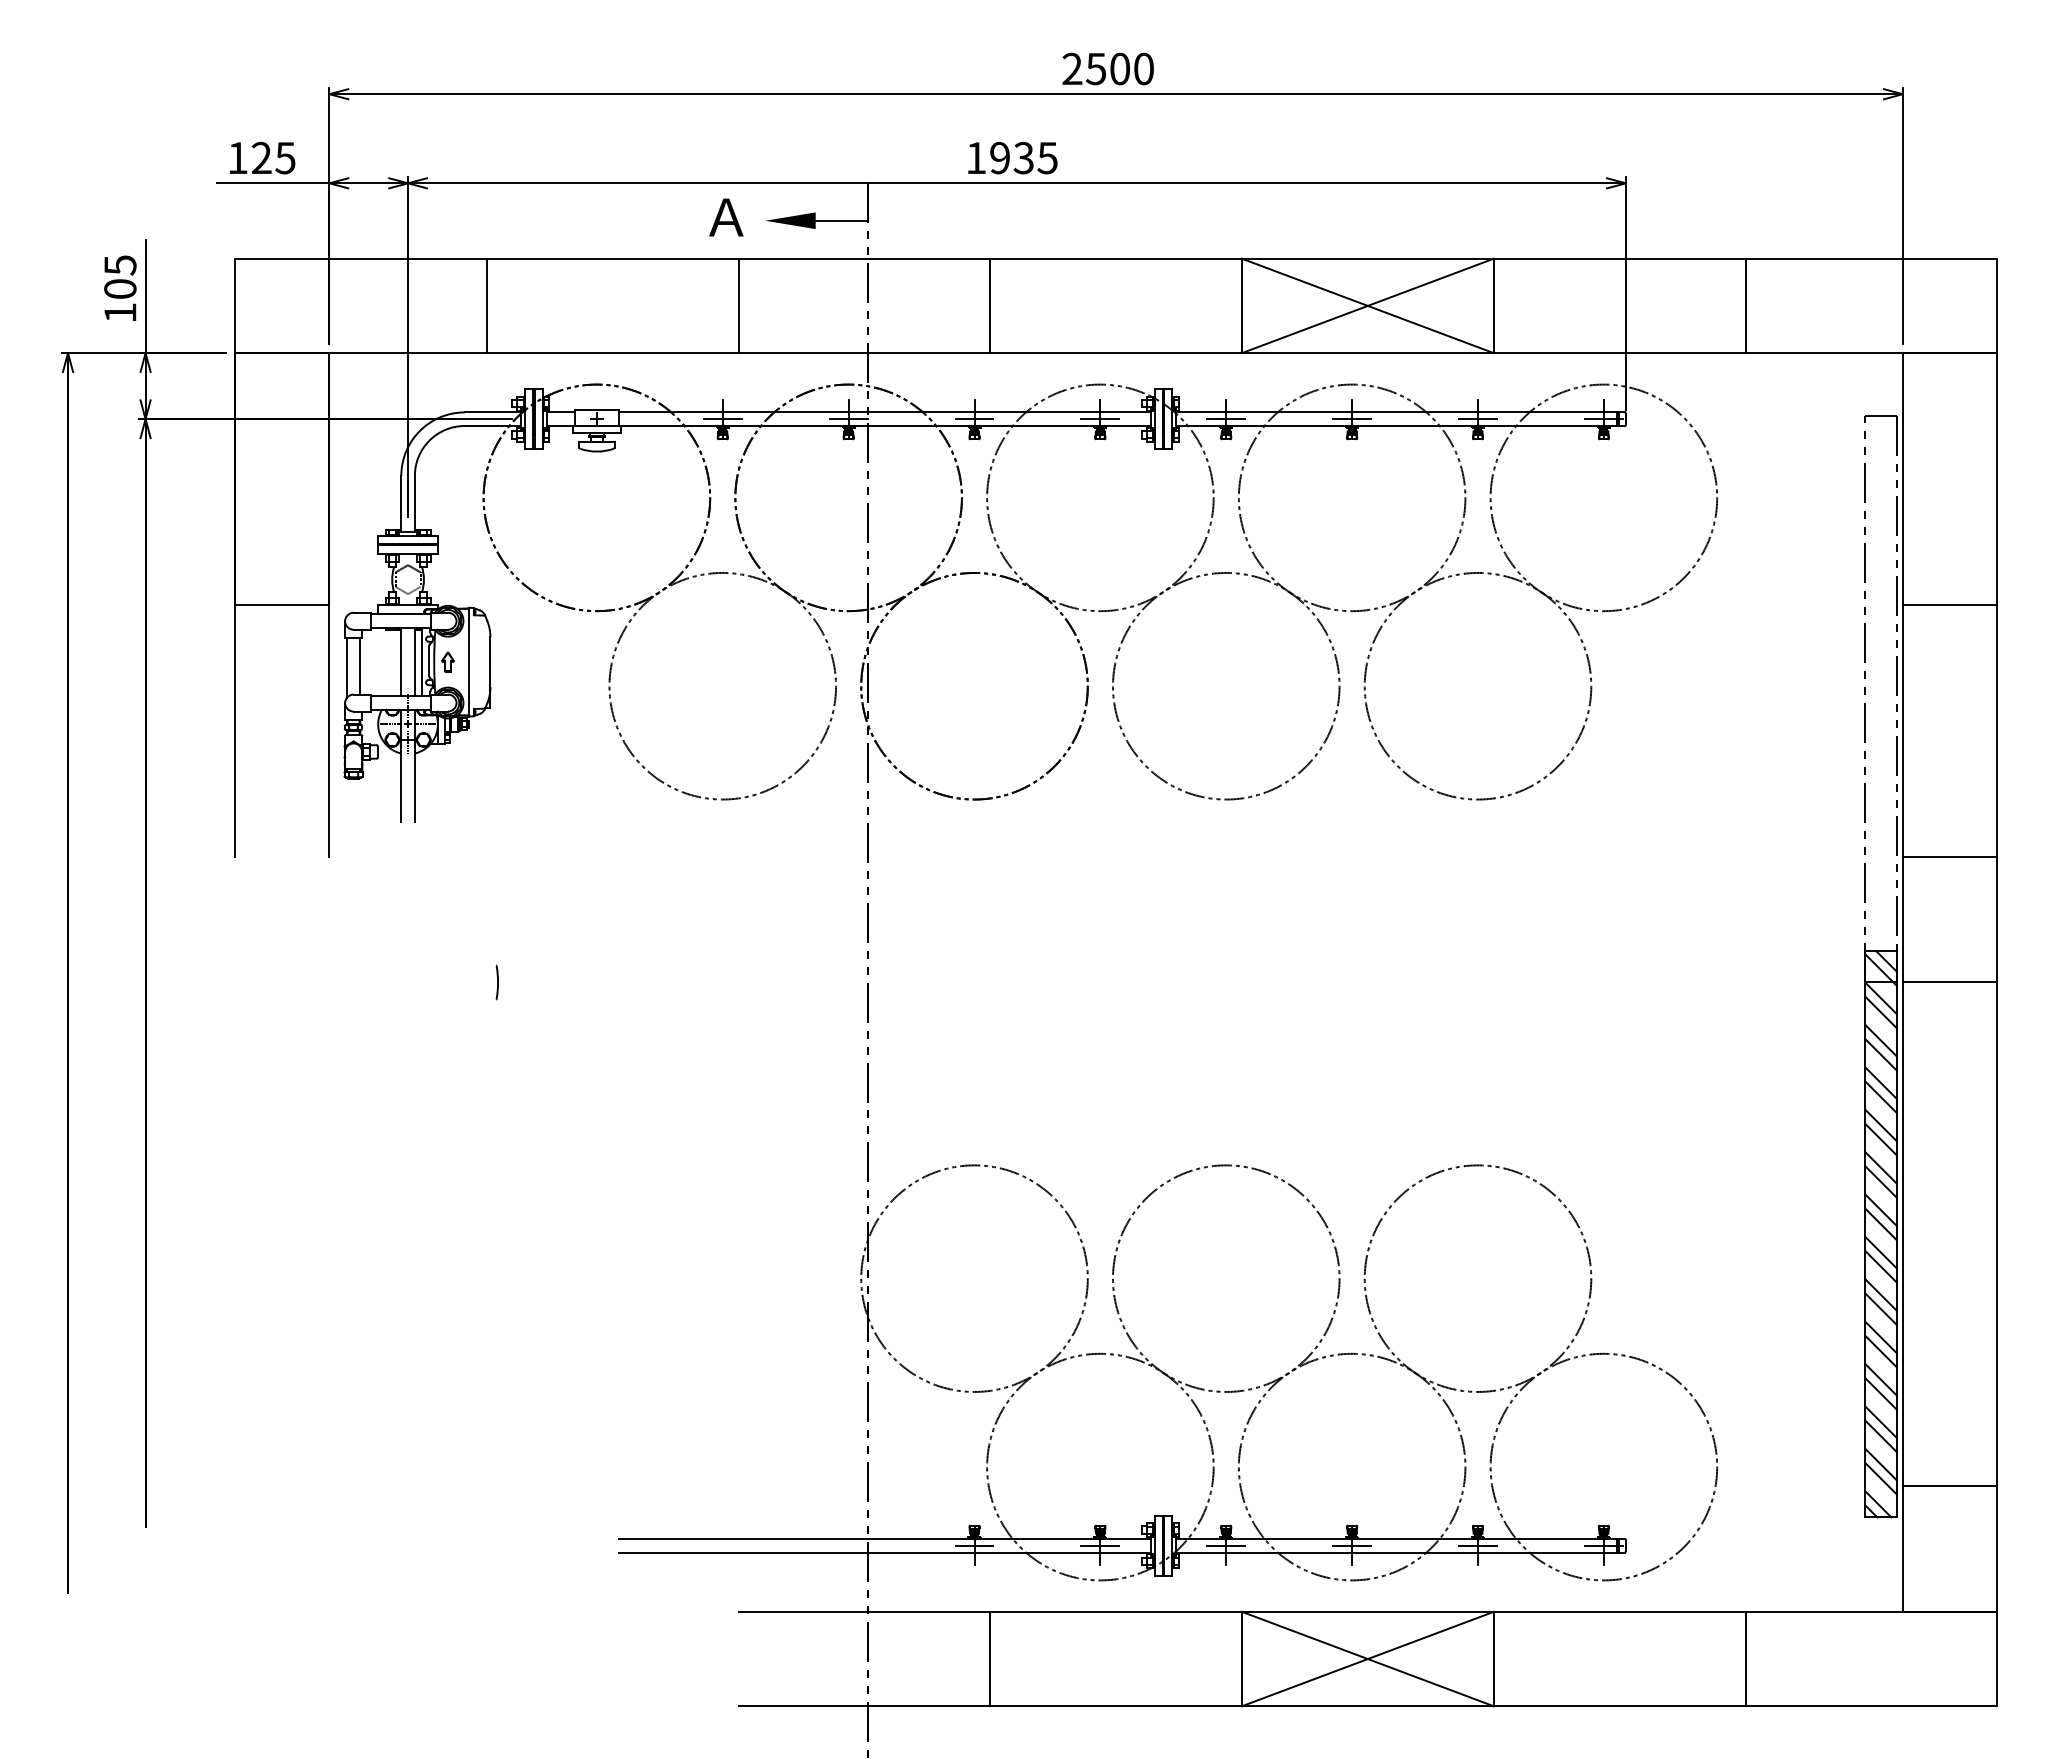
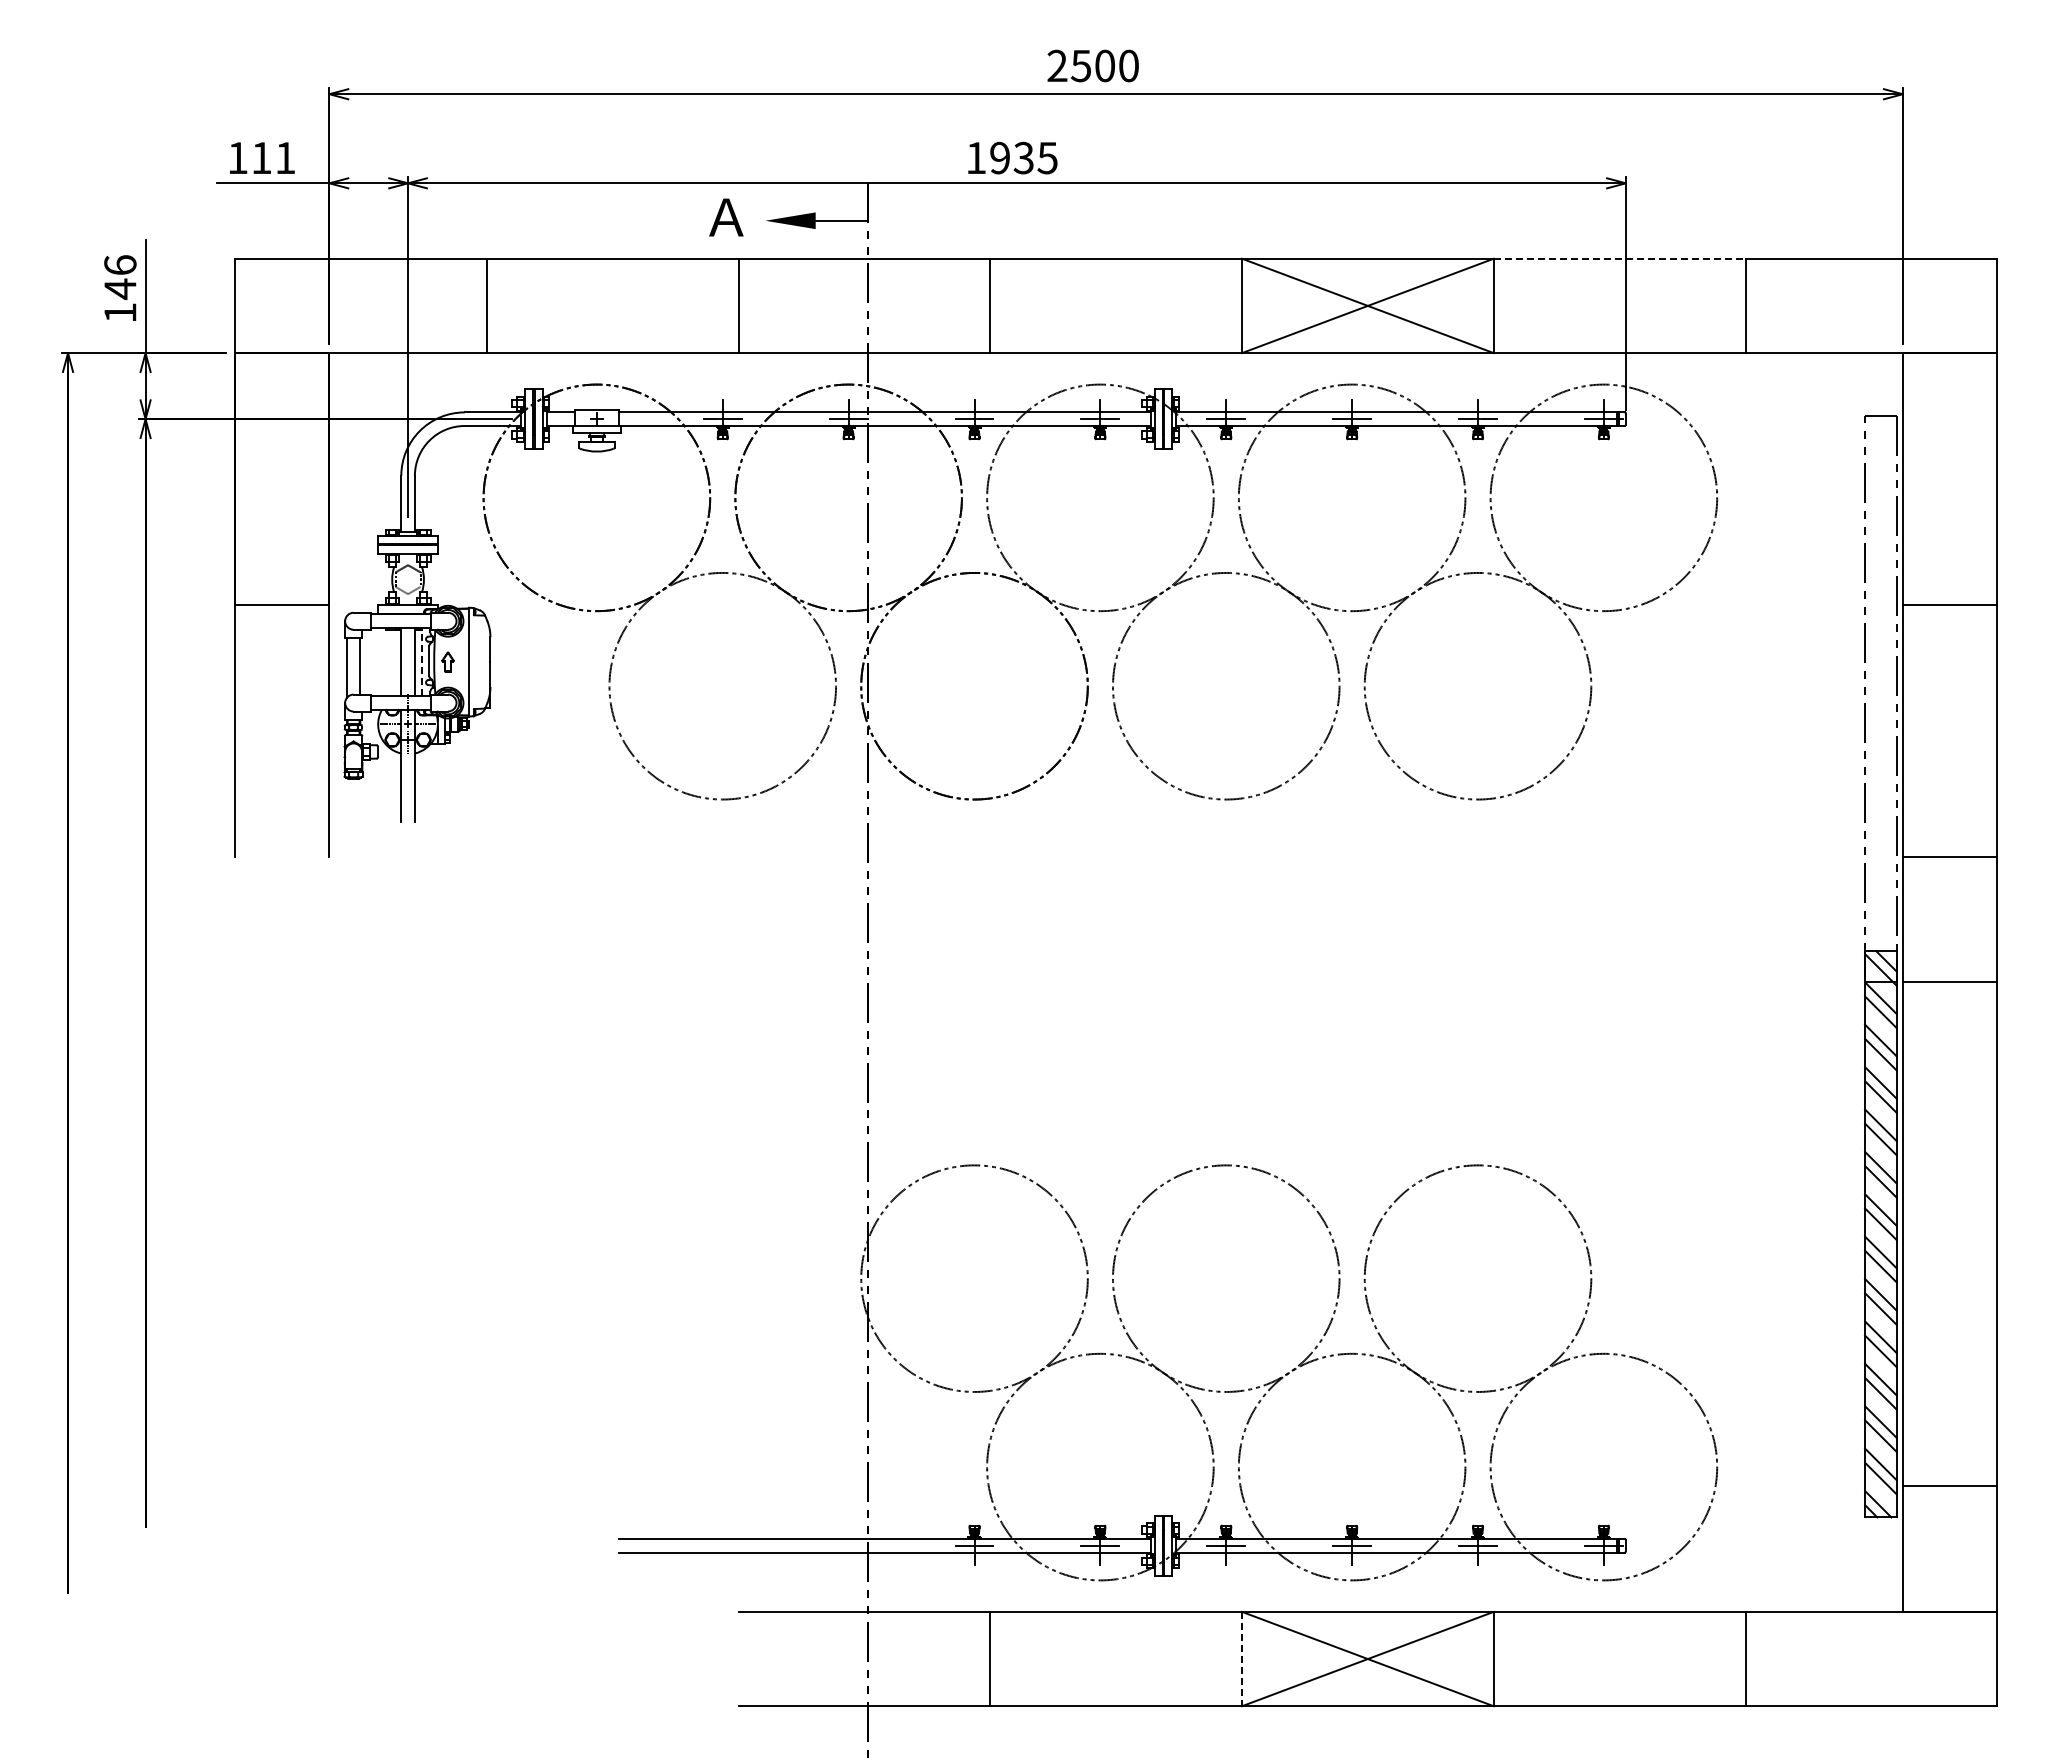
text at (1107, 68) position: (1107, 68) -> (1092, 65)
text at (273, 157): 125 -> 111
line at (1619, 258): solid -> dashed
text at (120, 277): 105 -> 146
line at (421, 661): solid -> dashed
part at (496, 982): present -> none
line at (1242, 1659): solid -> dashed
